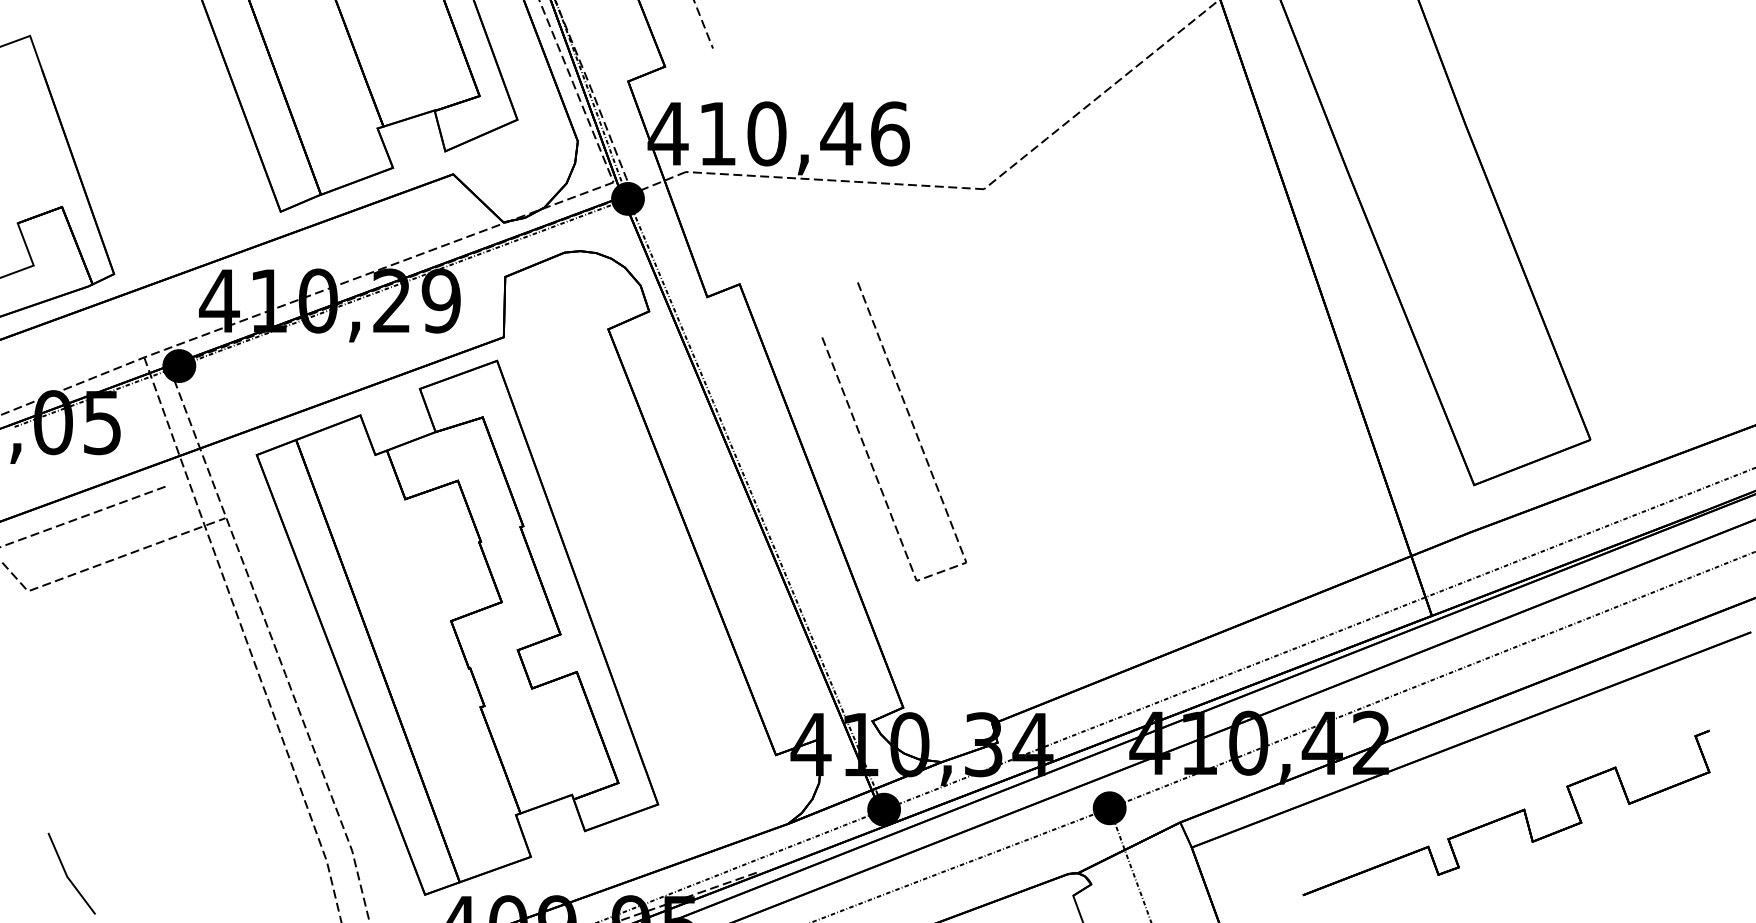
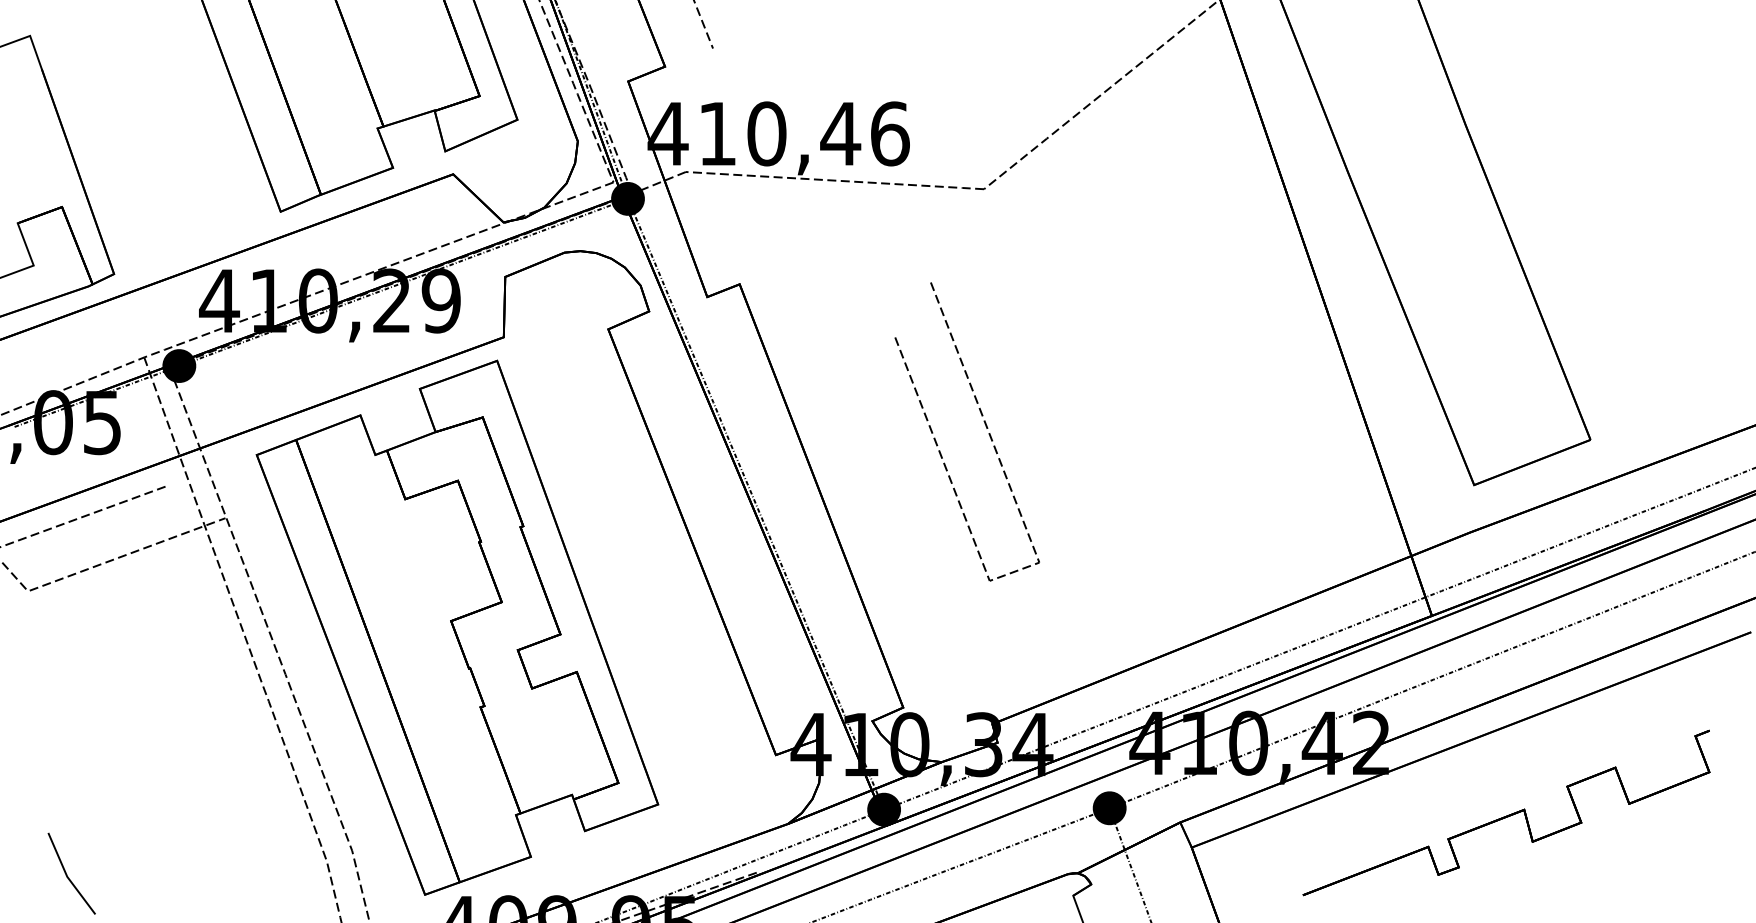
line at (911, 424) position: (911, 424) -> (984, 424)
